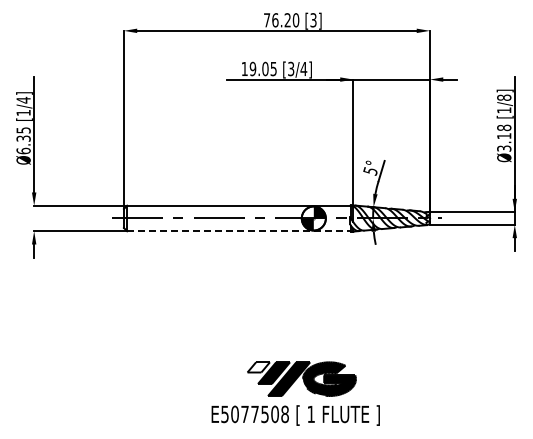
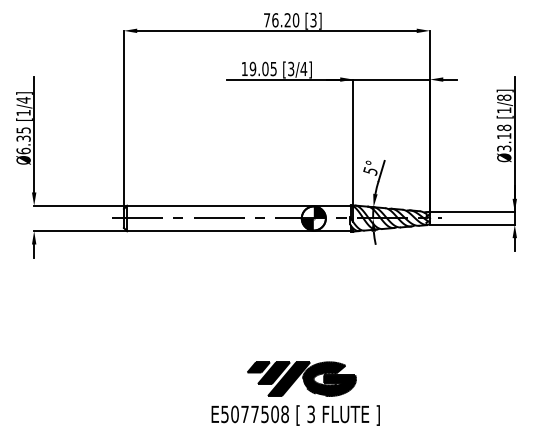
line at (239, 231): dashed -> solid
fill at (258, 367): none -> present
text at (310, 414): 1 -> 3
